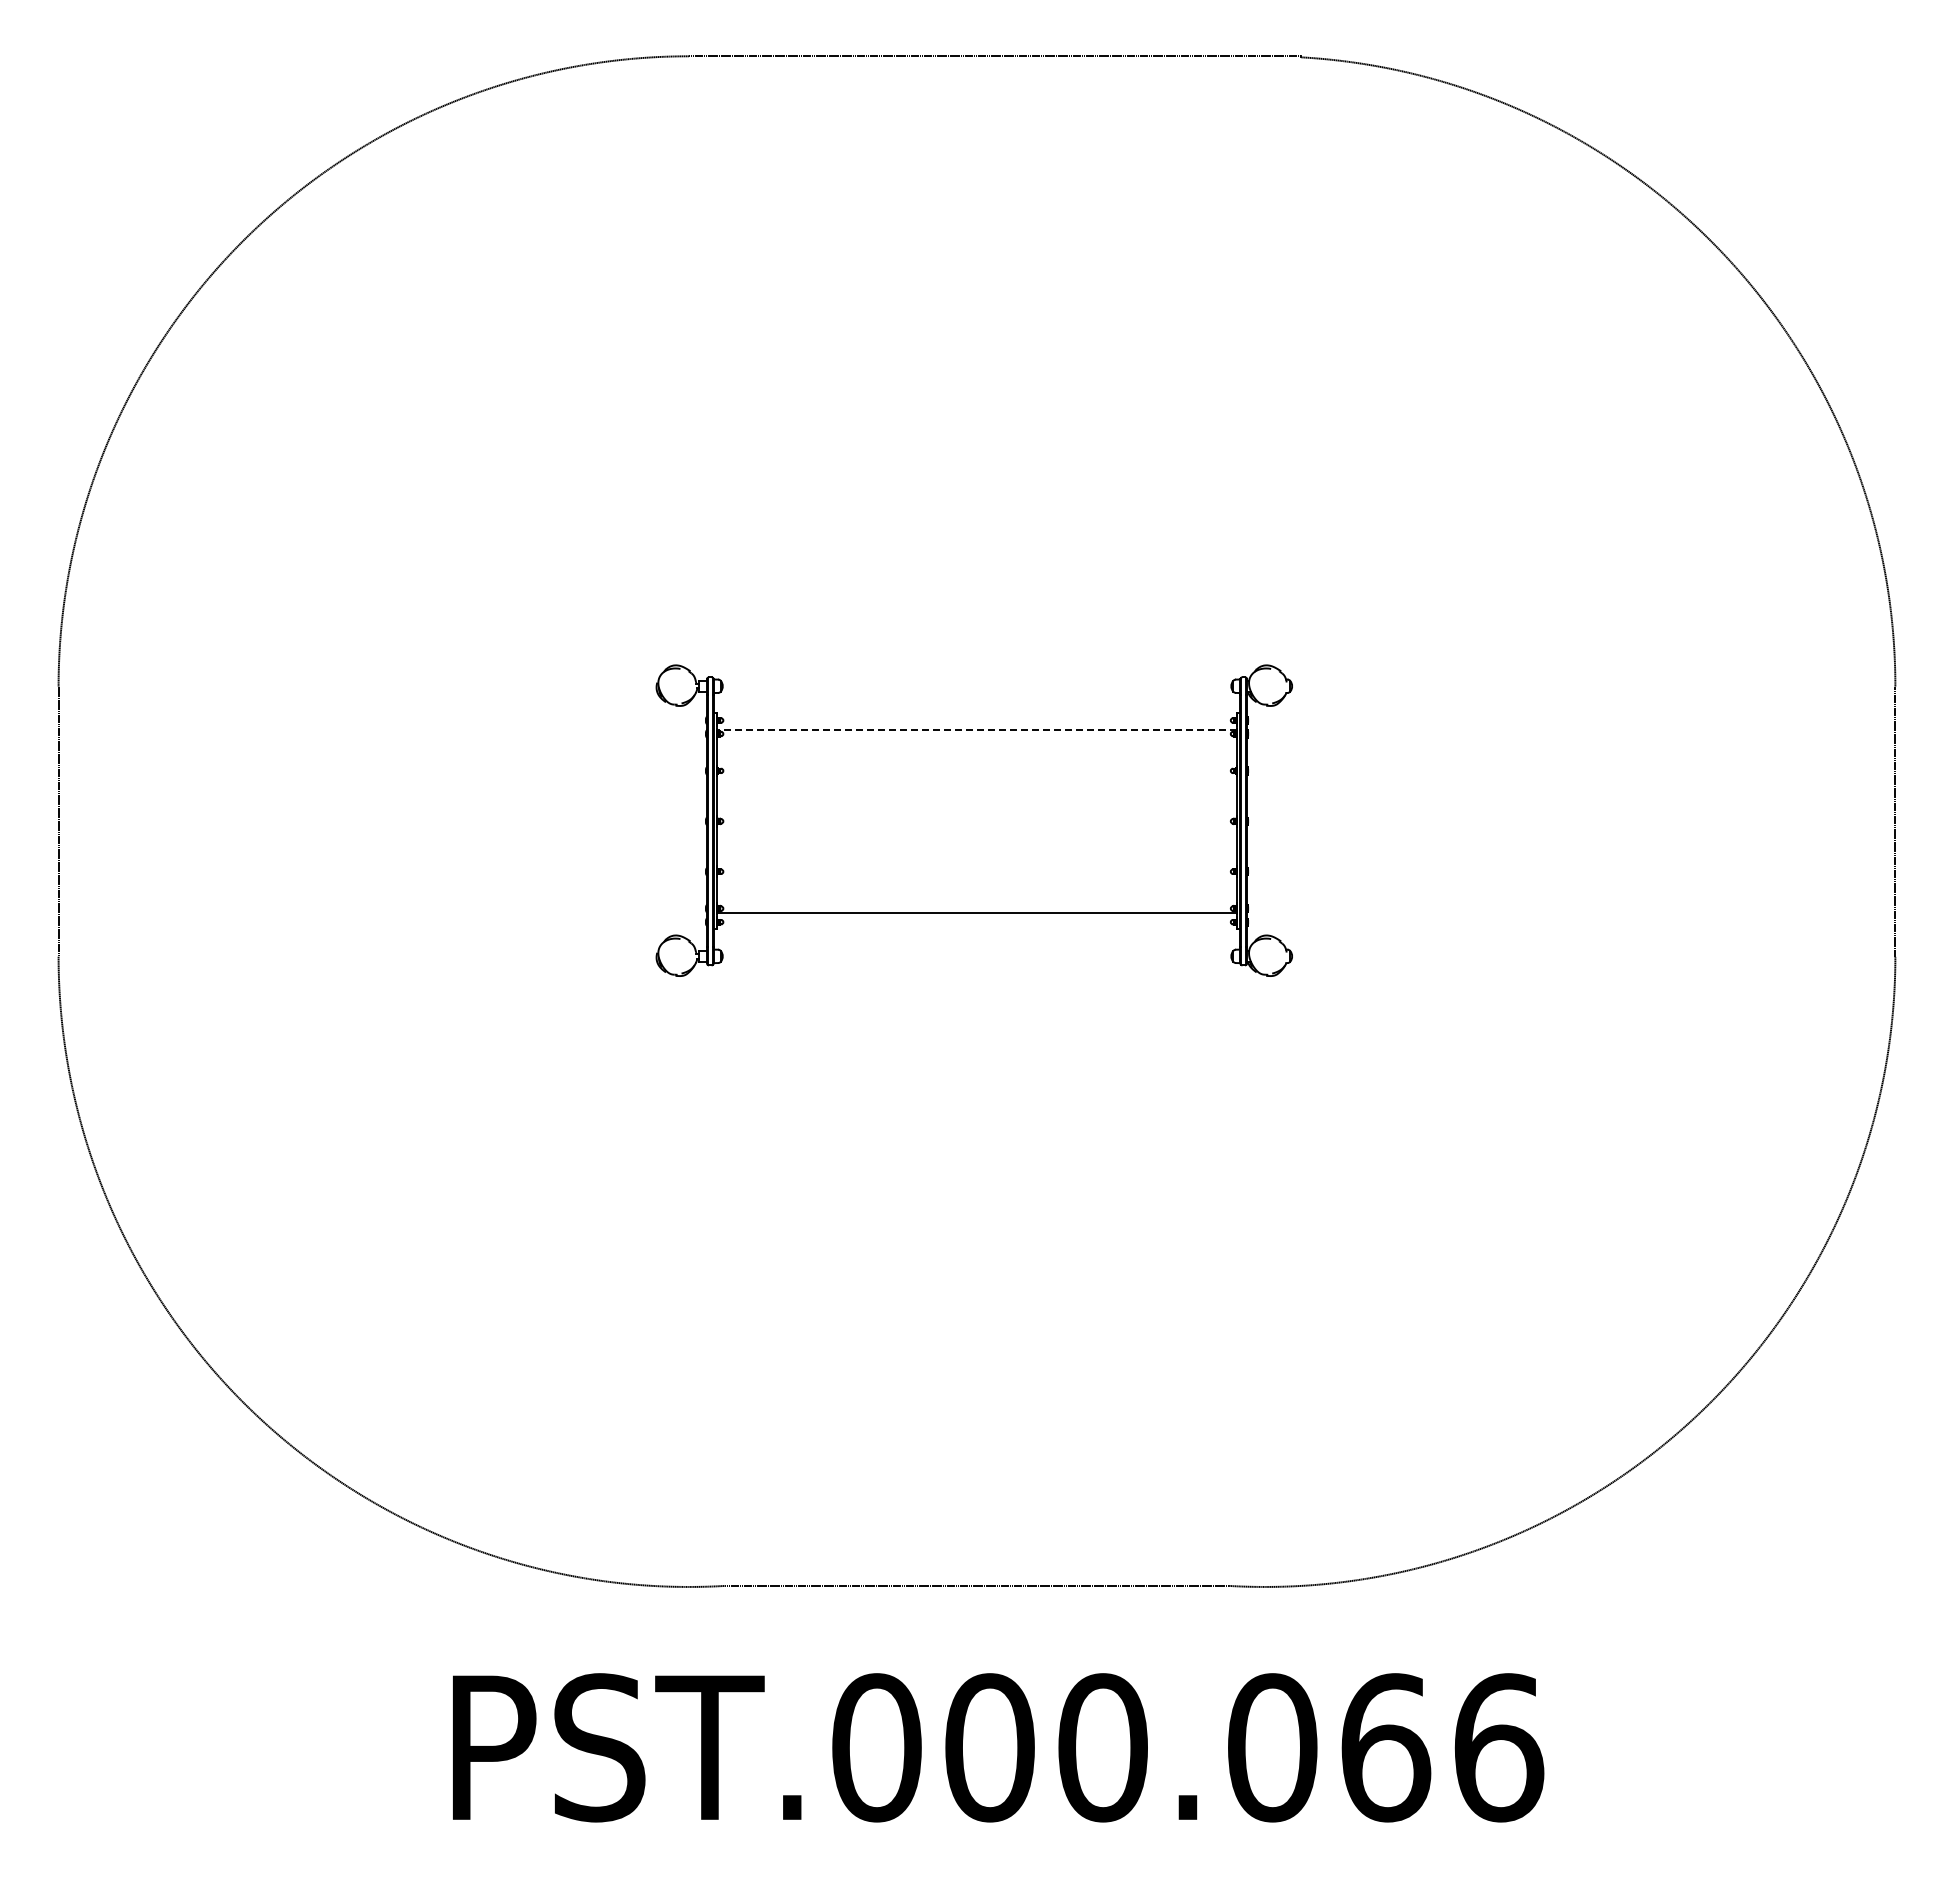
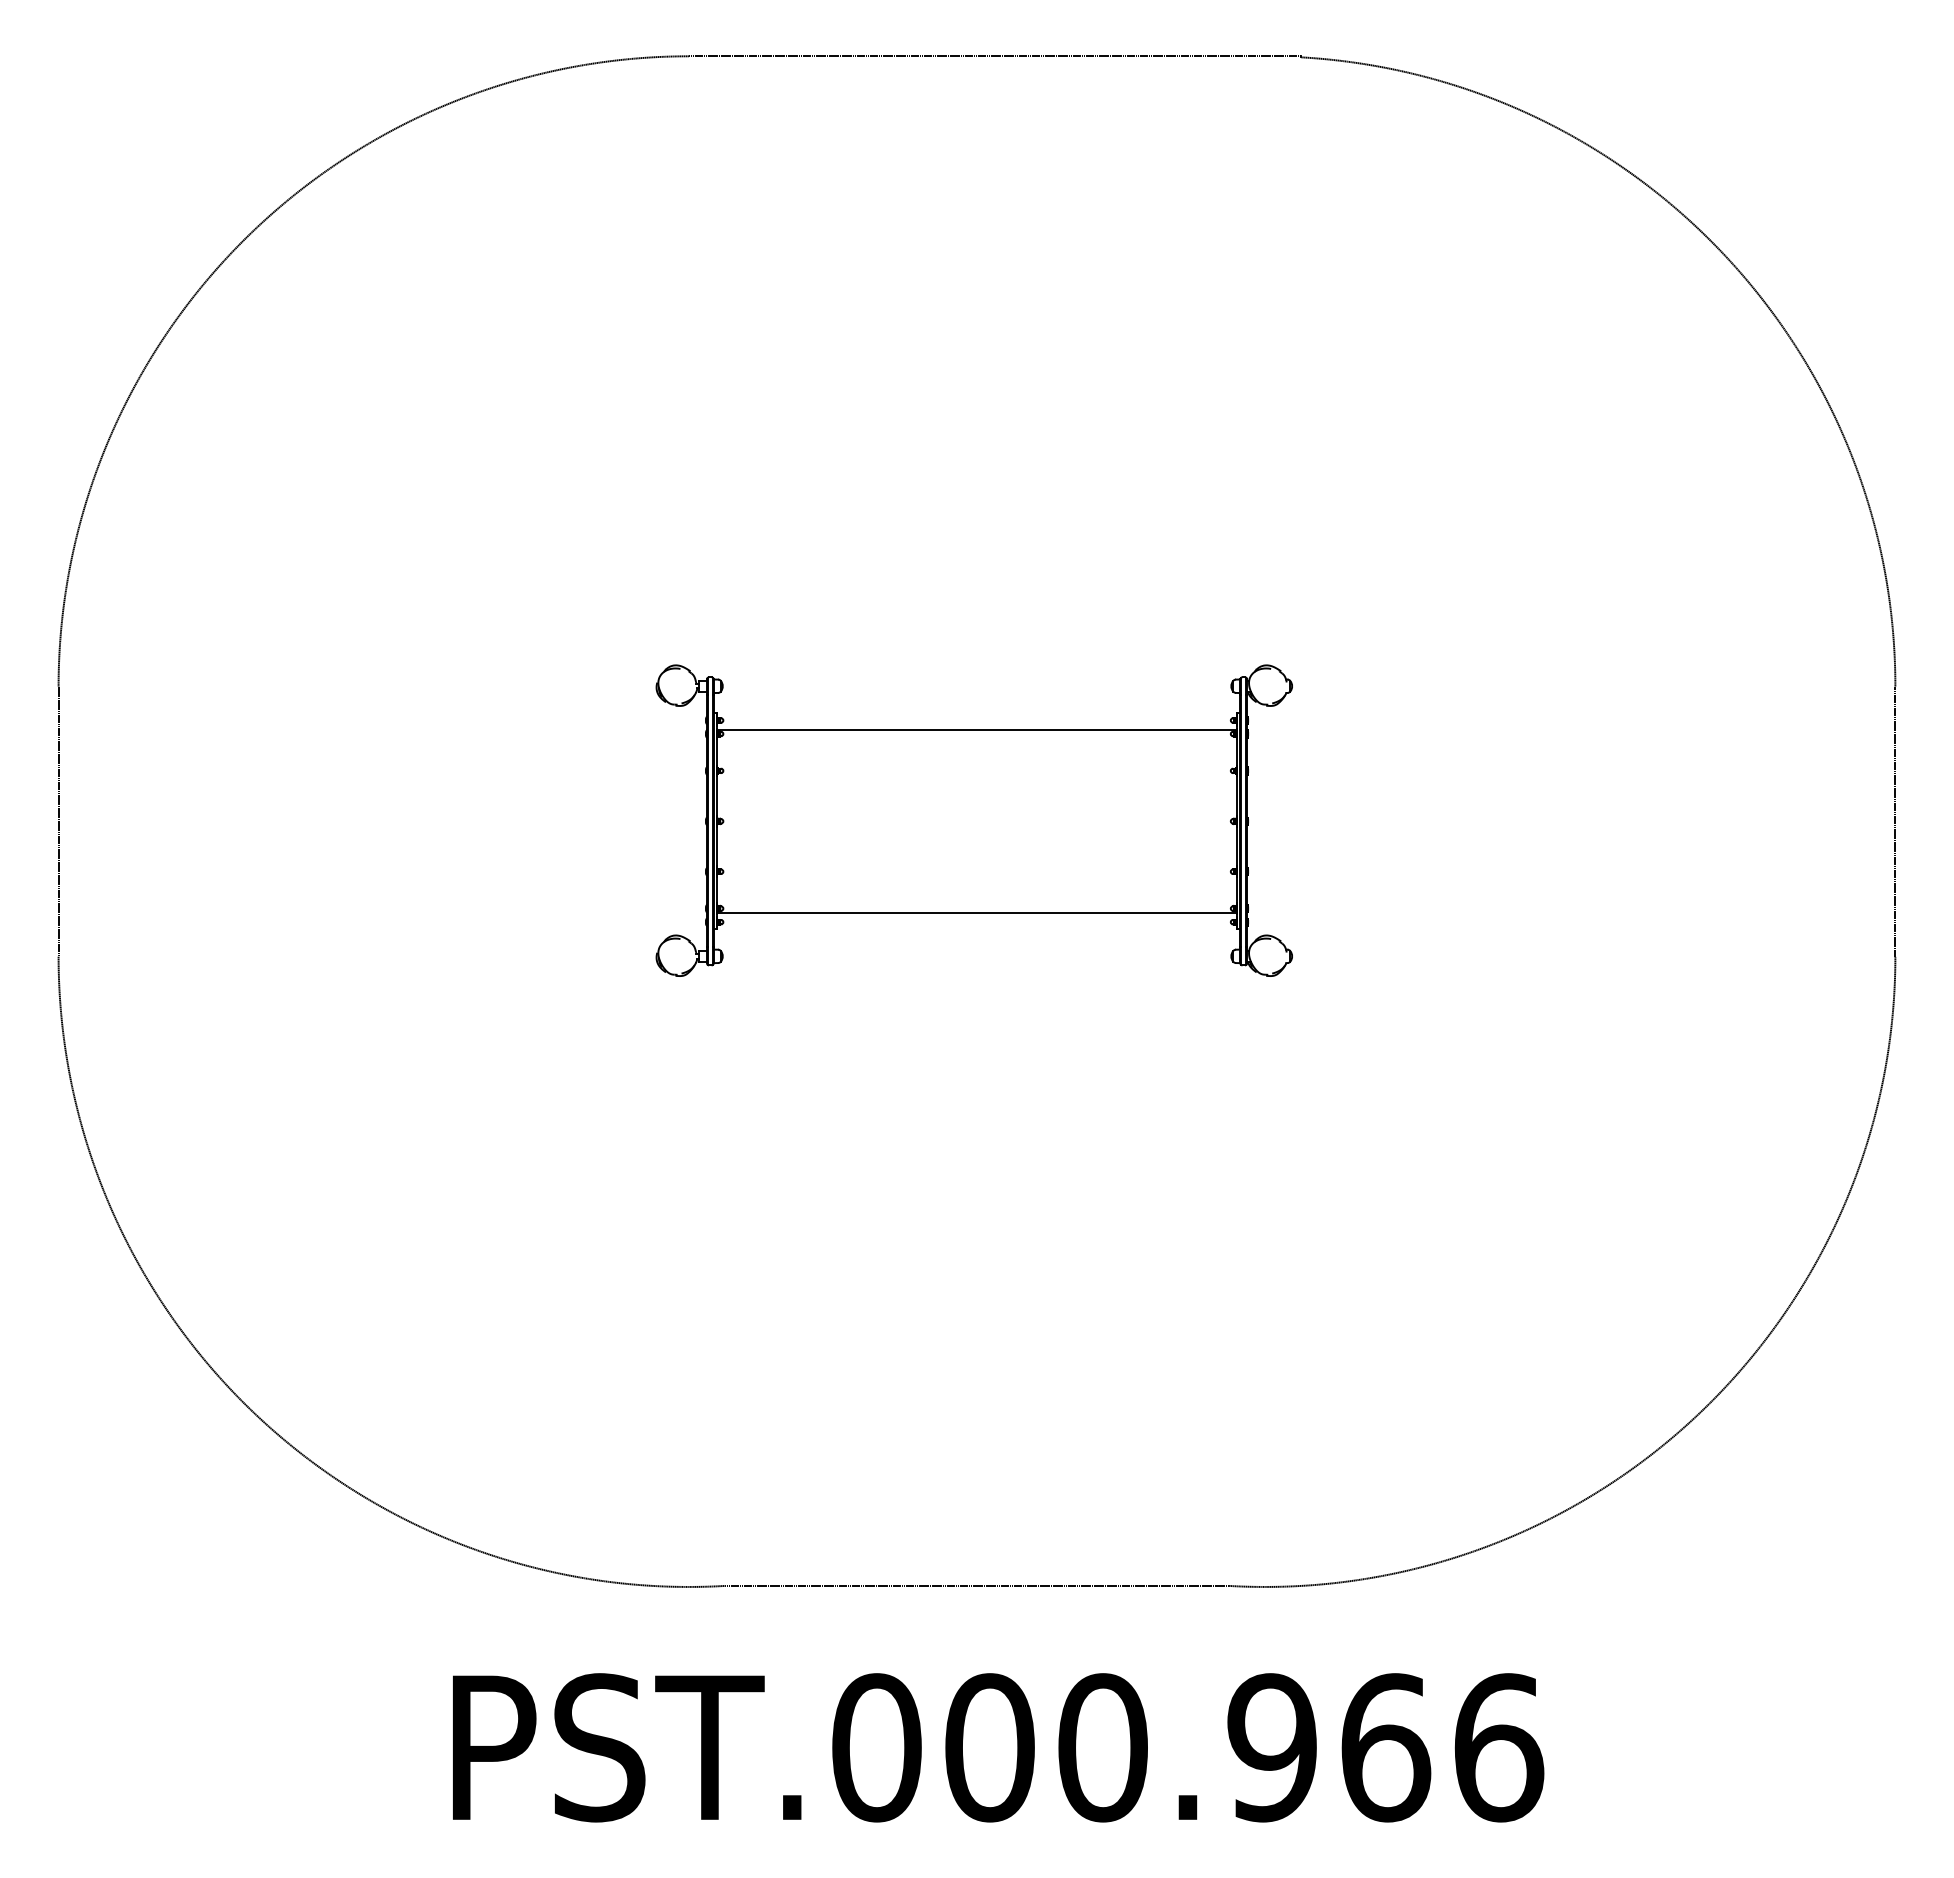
line at (977, 729): dashed -> solid
text at (1272, 1747): PST.000.066 -> PST.000.966
